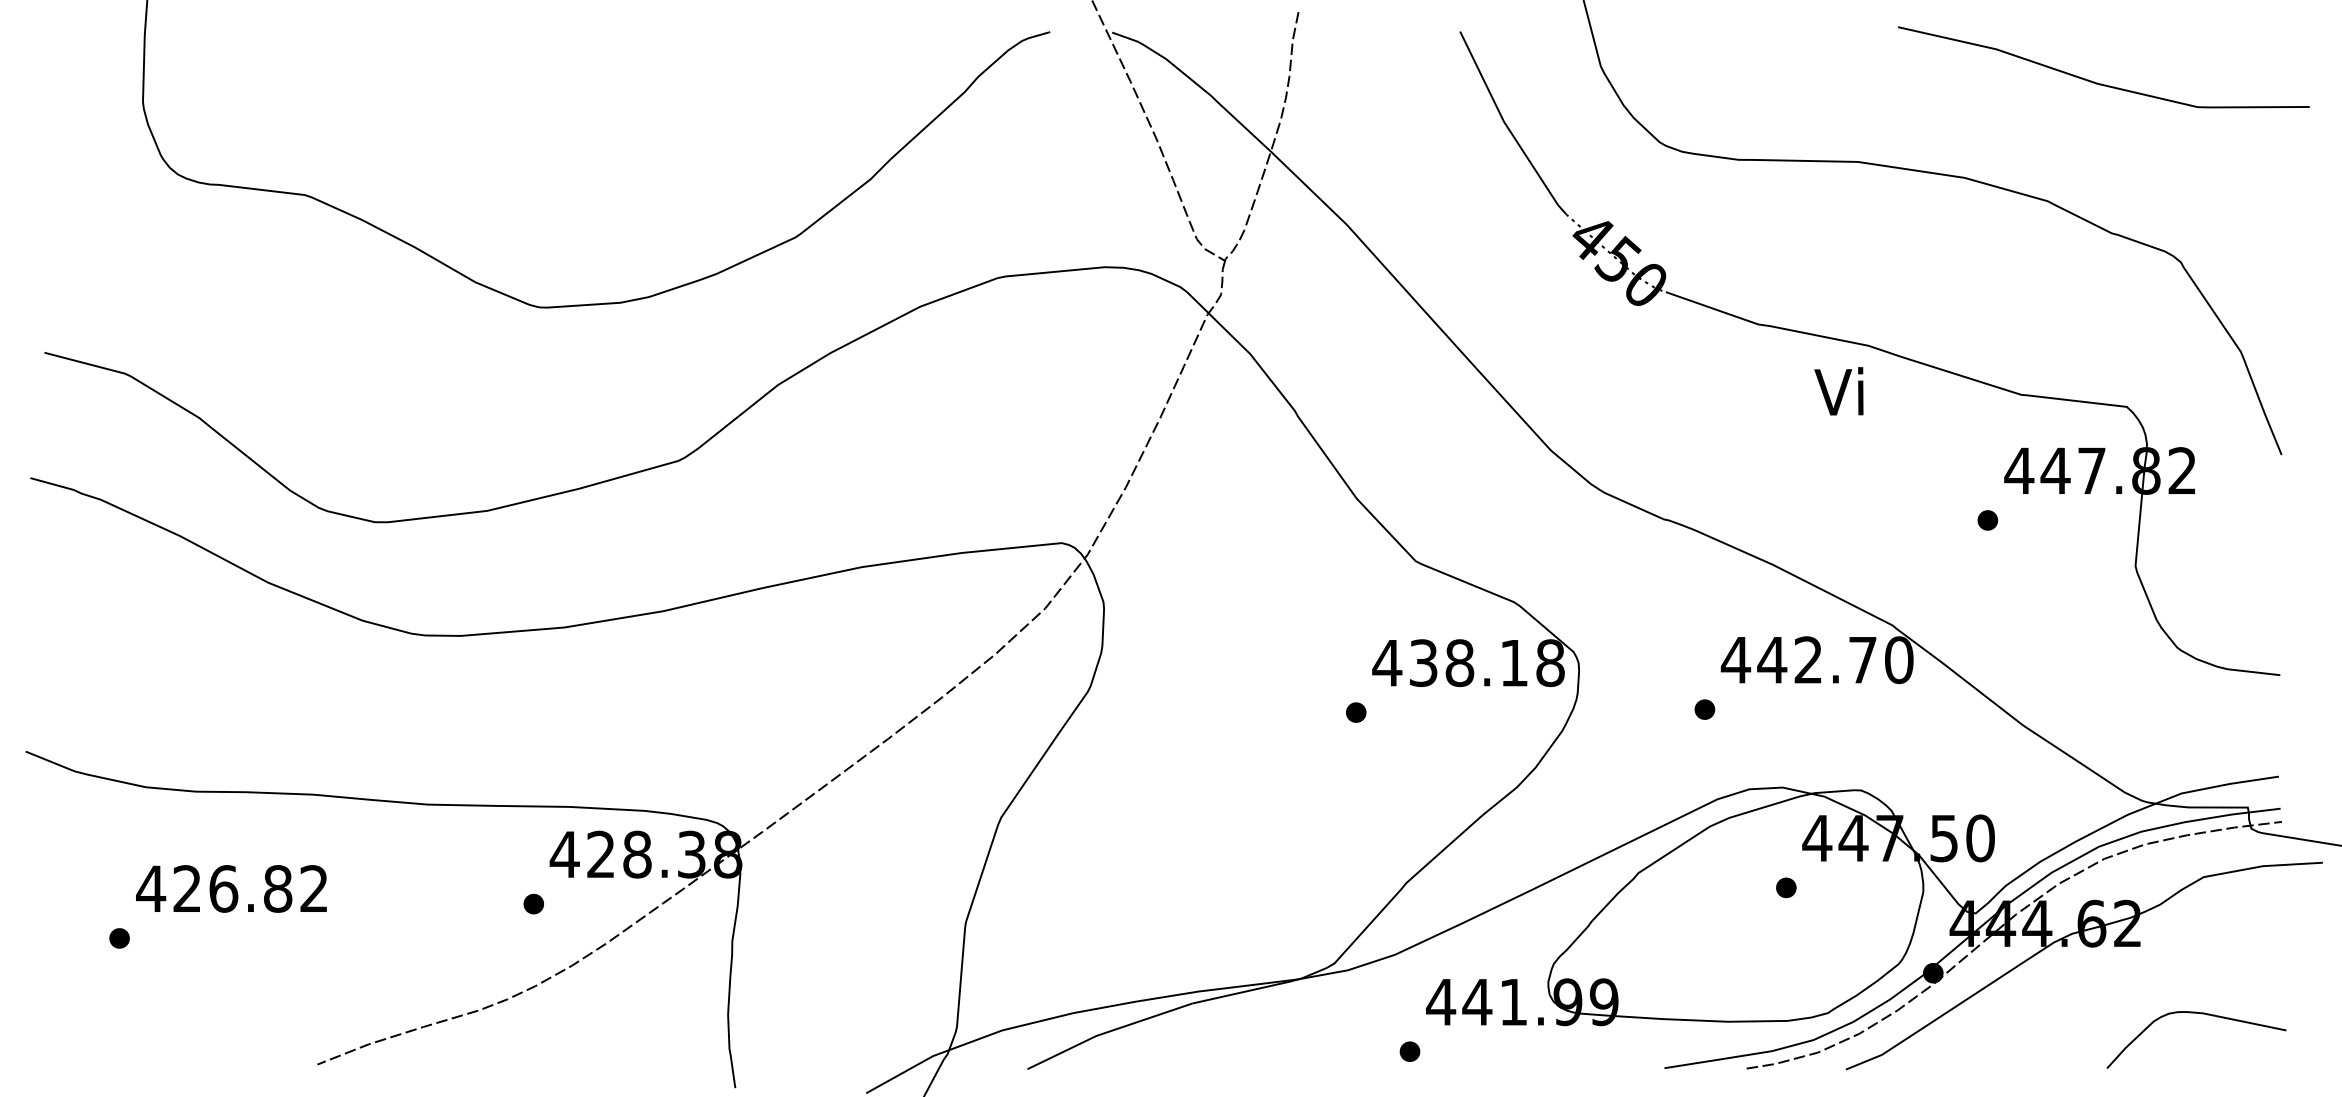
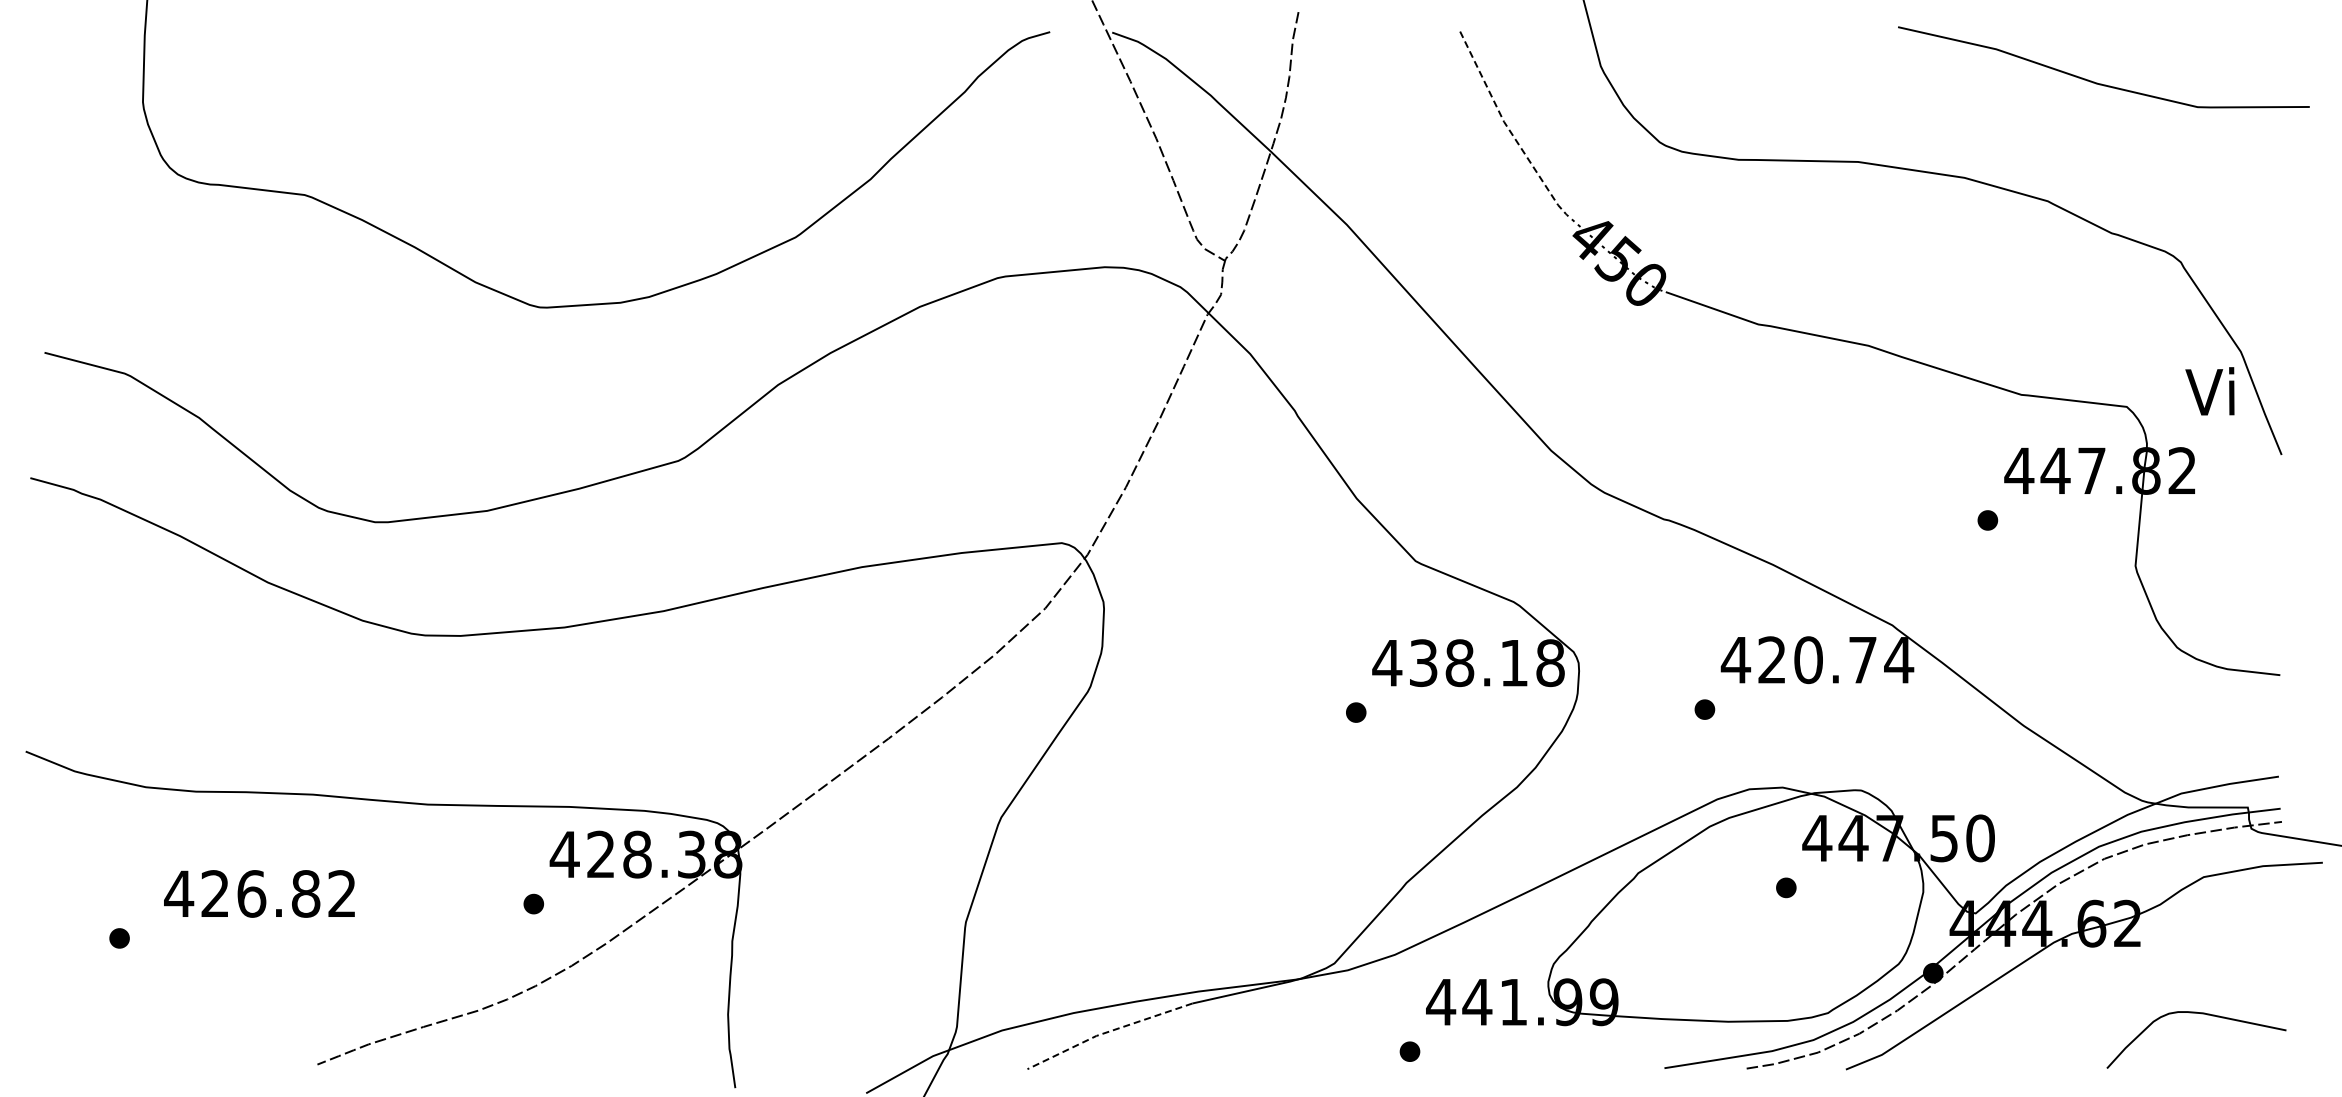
line at (1507, 126): solid -> dashed
text at (1838, 391) position: (1838, 391) -> (2209, 391)
text at (1835, 660): 442.70 -> 420.74
text at (231, 888) position: (231, 888) -> (259, 893)
line at (1107, 1032): solid -> dashed
